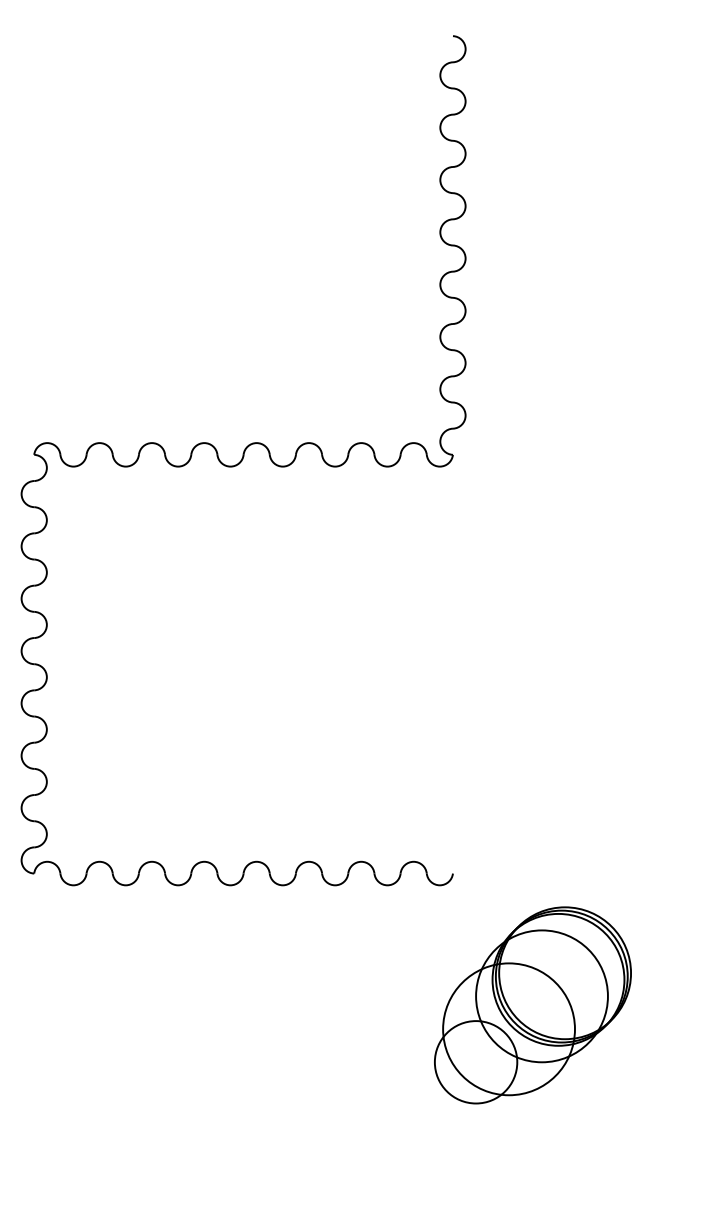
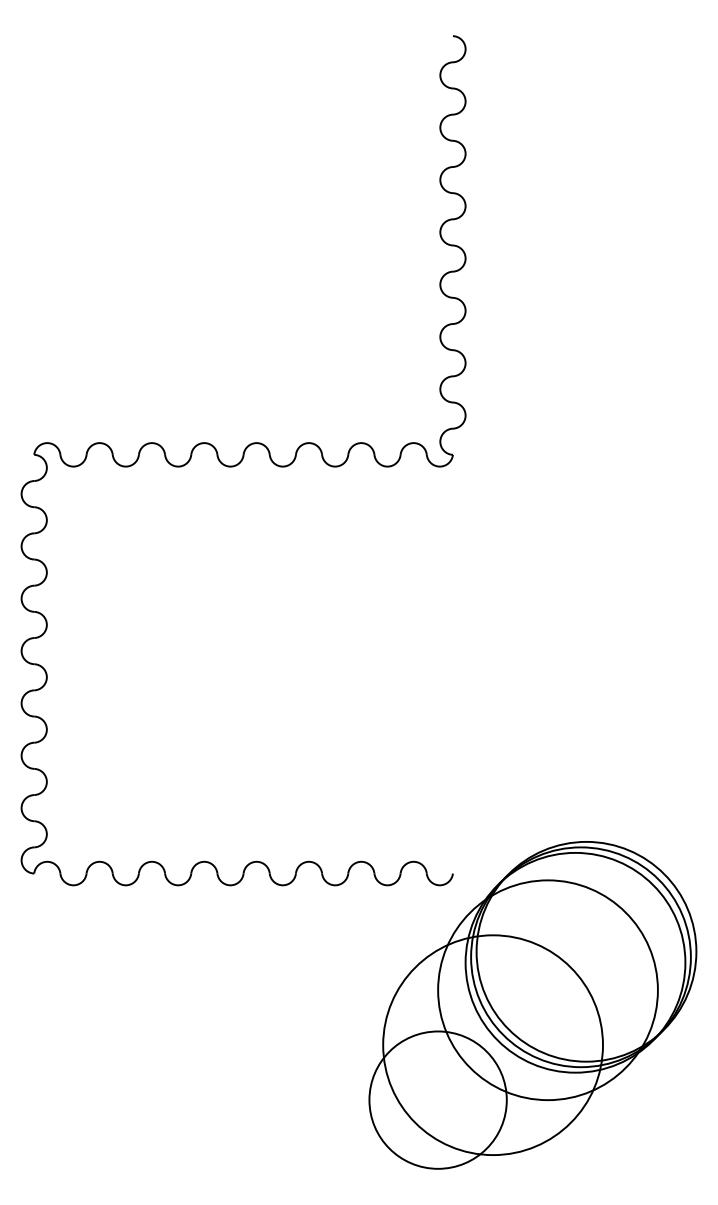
part at (532, 1005) size: 198x199 px -> 330x329 px
